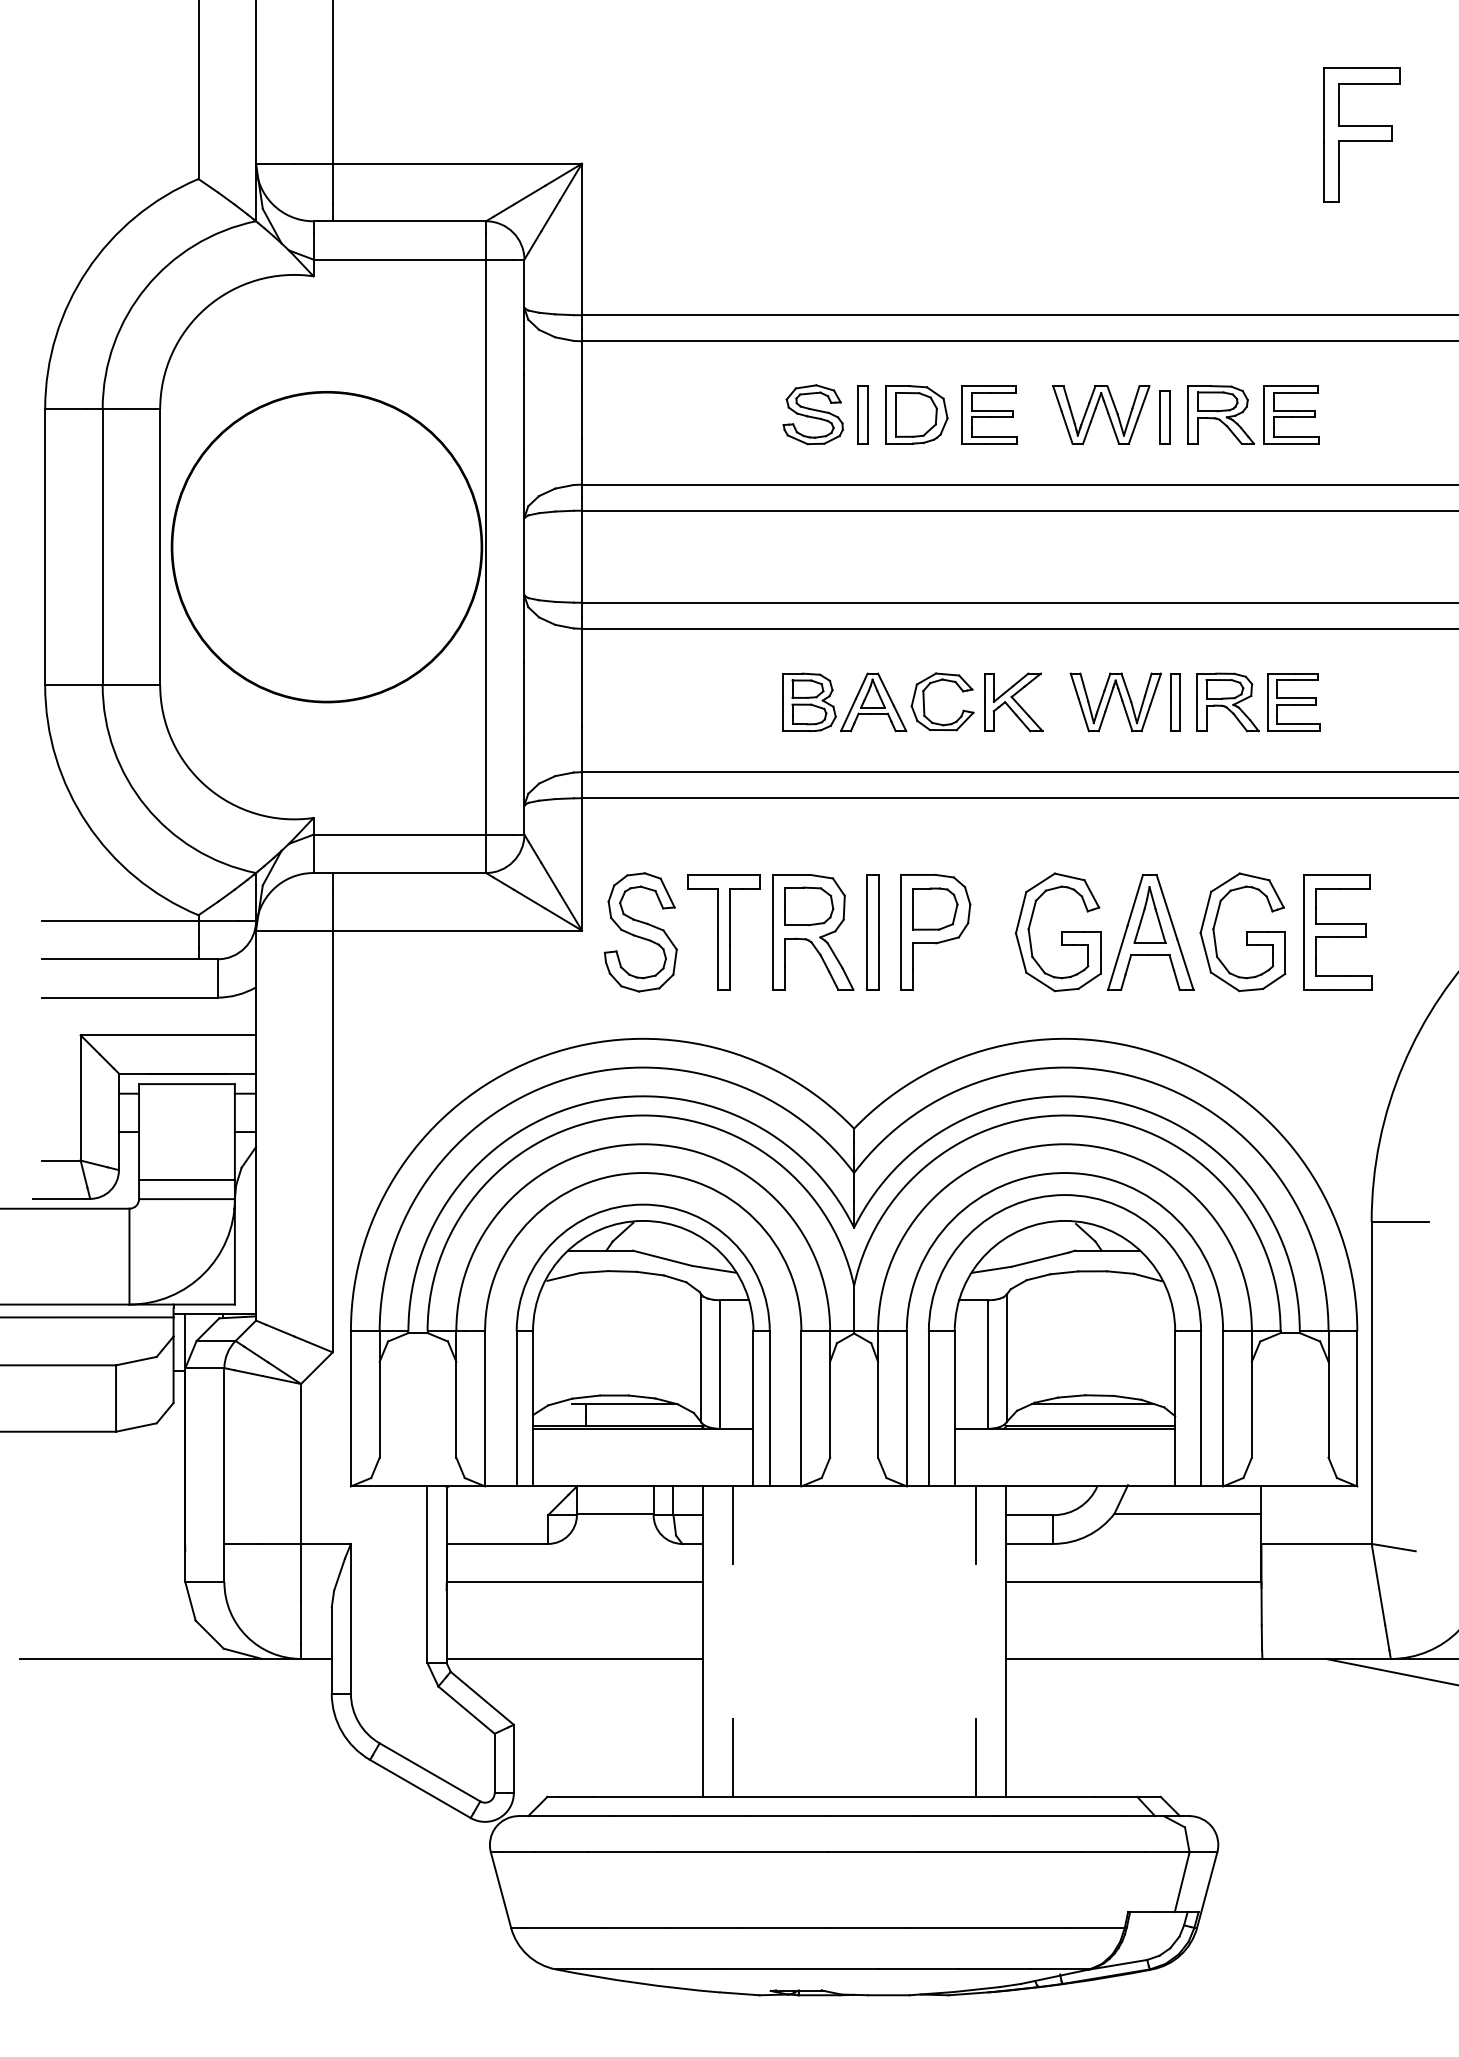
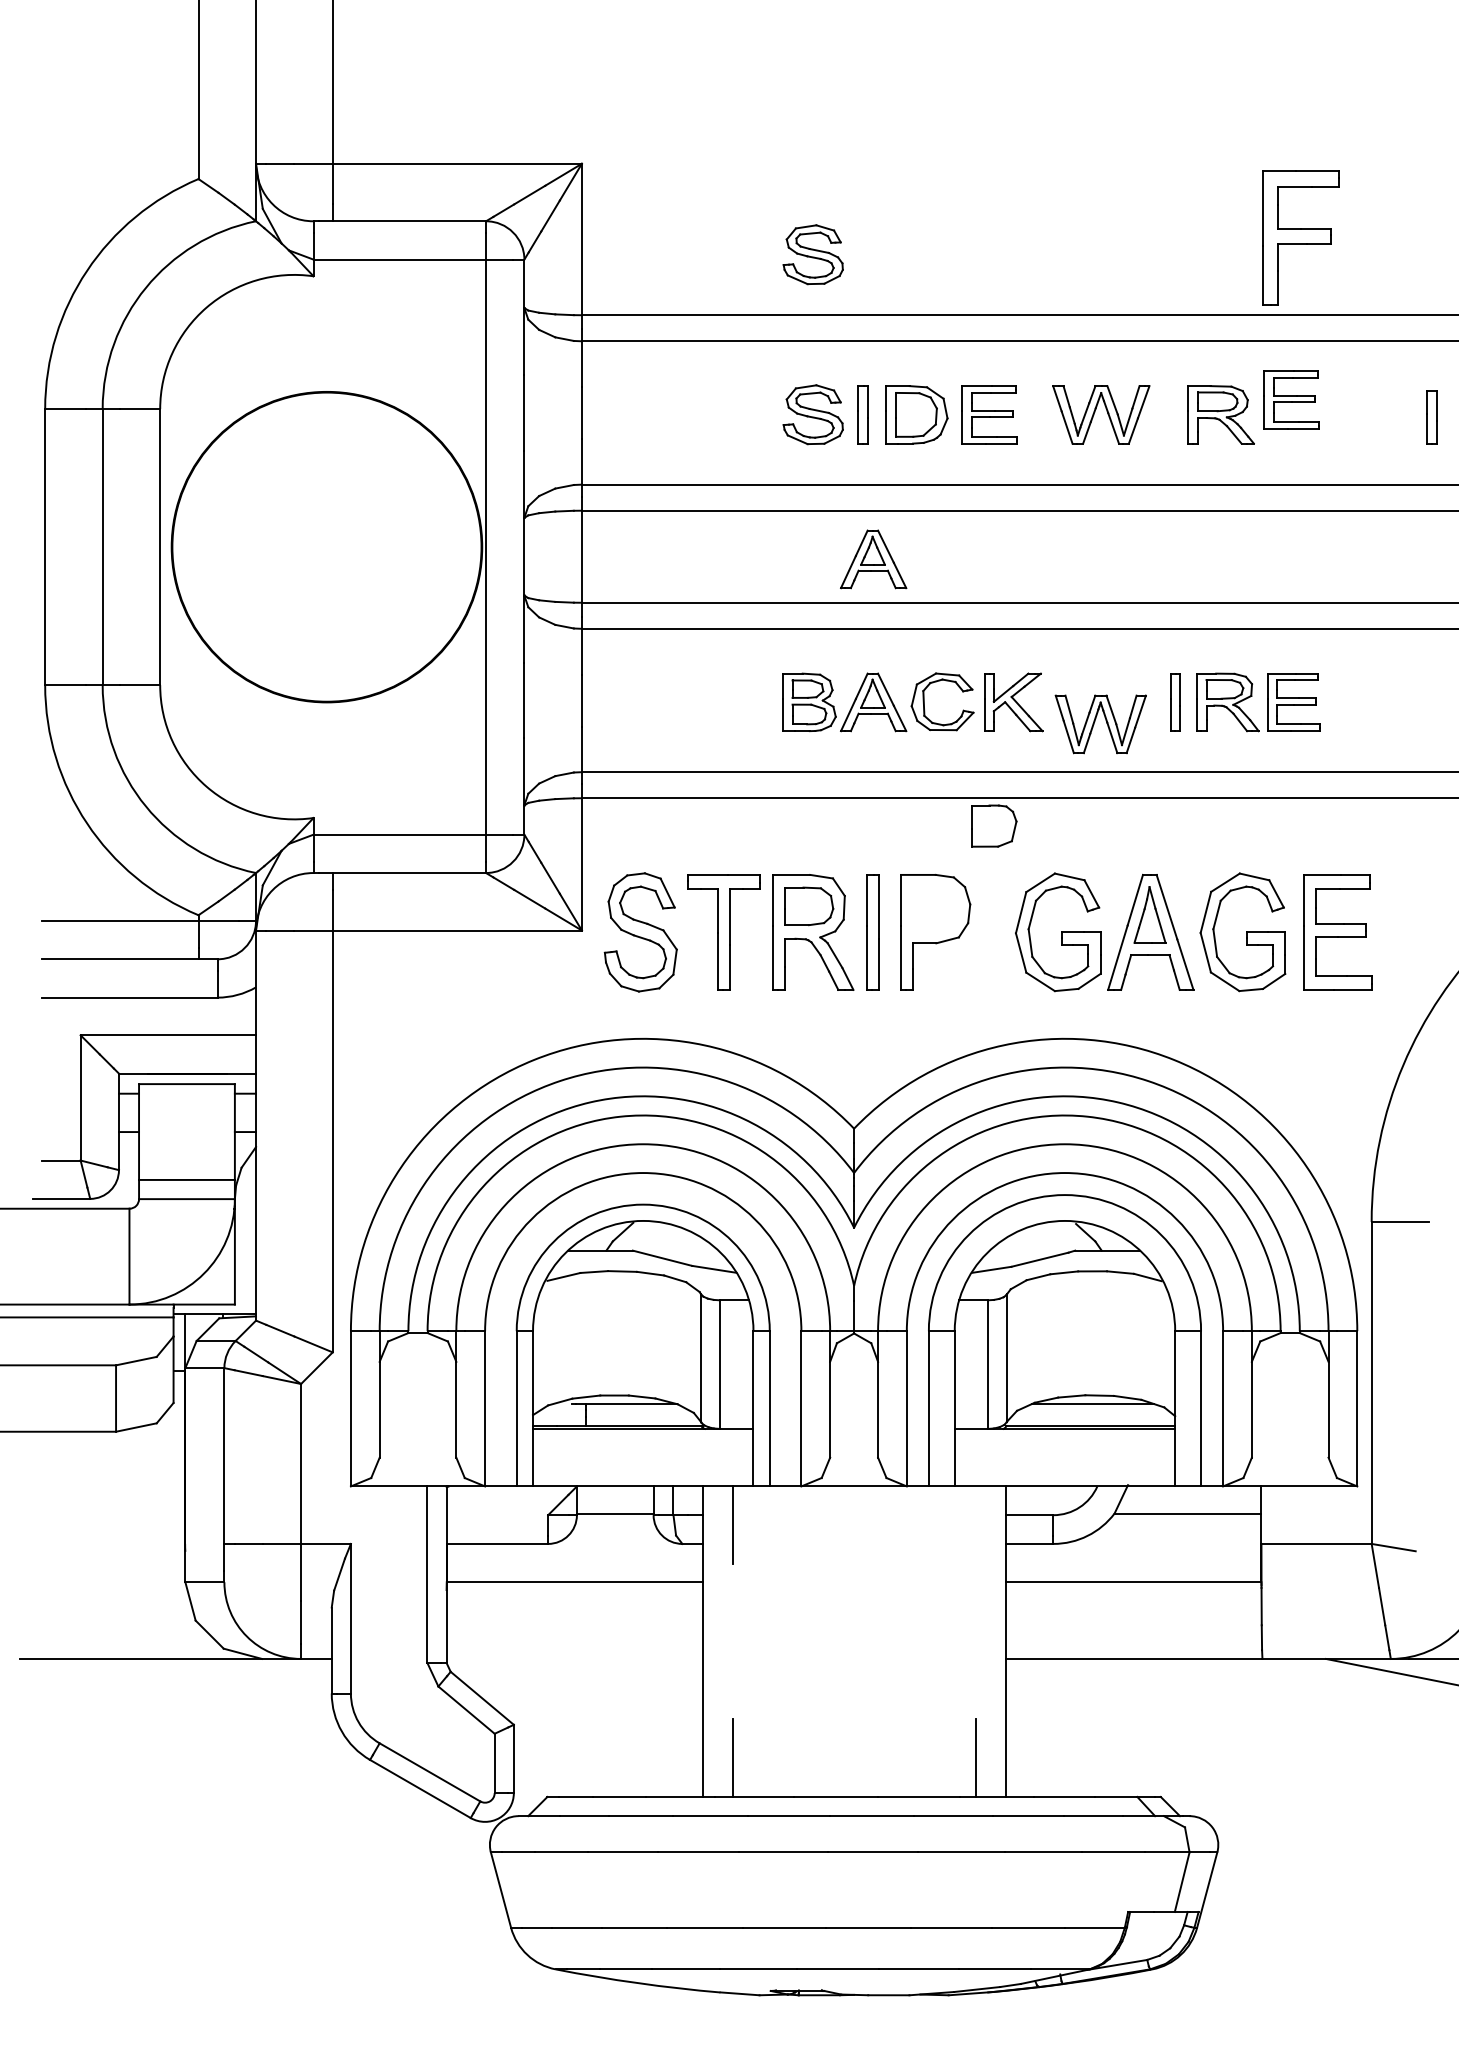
part at (1361, 134) position: (1361, 134) -> (1300, 237)
part at (812, 254): none -> present
part at (1291, 414) position: (1291, 414) -> (1291, 399)
part at (1164, 417) position: (1164, 417) -> (1431, 417)
part at (873, 559): none -> present
part at (1115, 702) position: (1115, 702) -> (1100, 724)
part at (935, 908) position: (935, 908) -> (994, 825)
line at (975, 1525): present -> none
line at (574, 1658): present -> none
